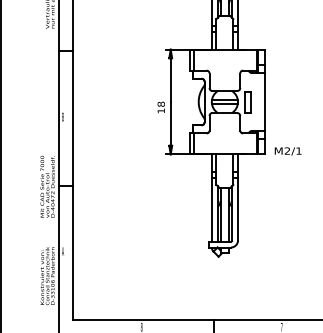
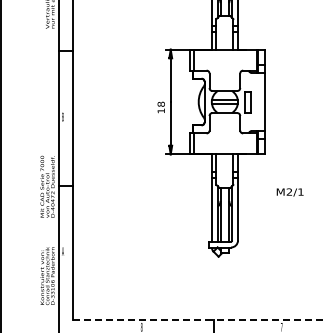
text at (287, 151) position: (287, 151) -> (289, 192)
line at (198, 320): solid -> dashed
